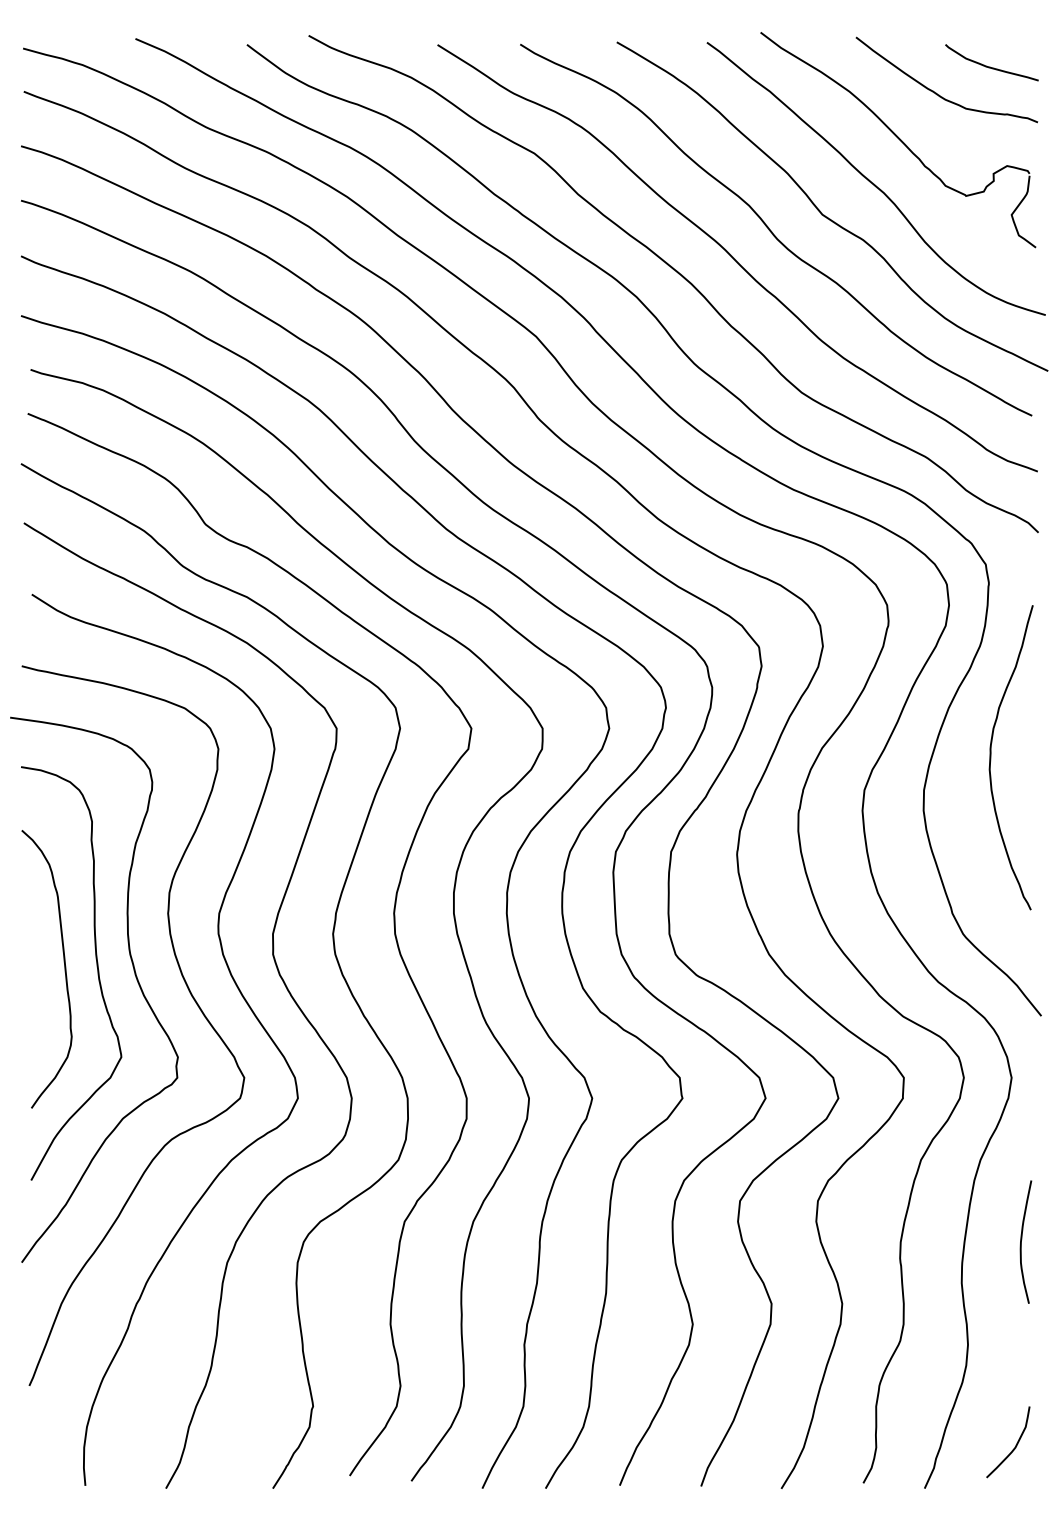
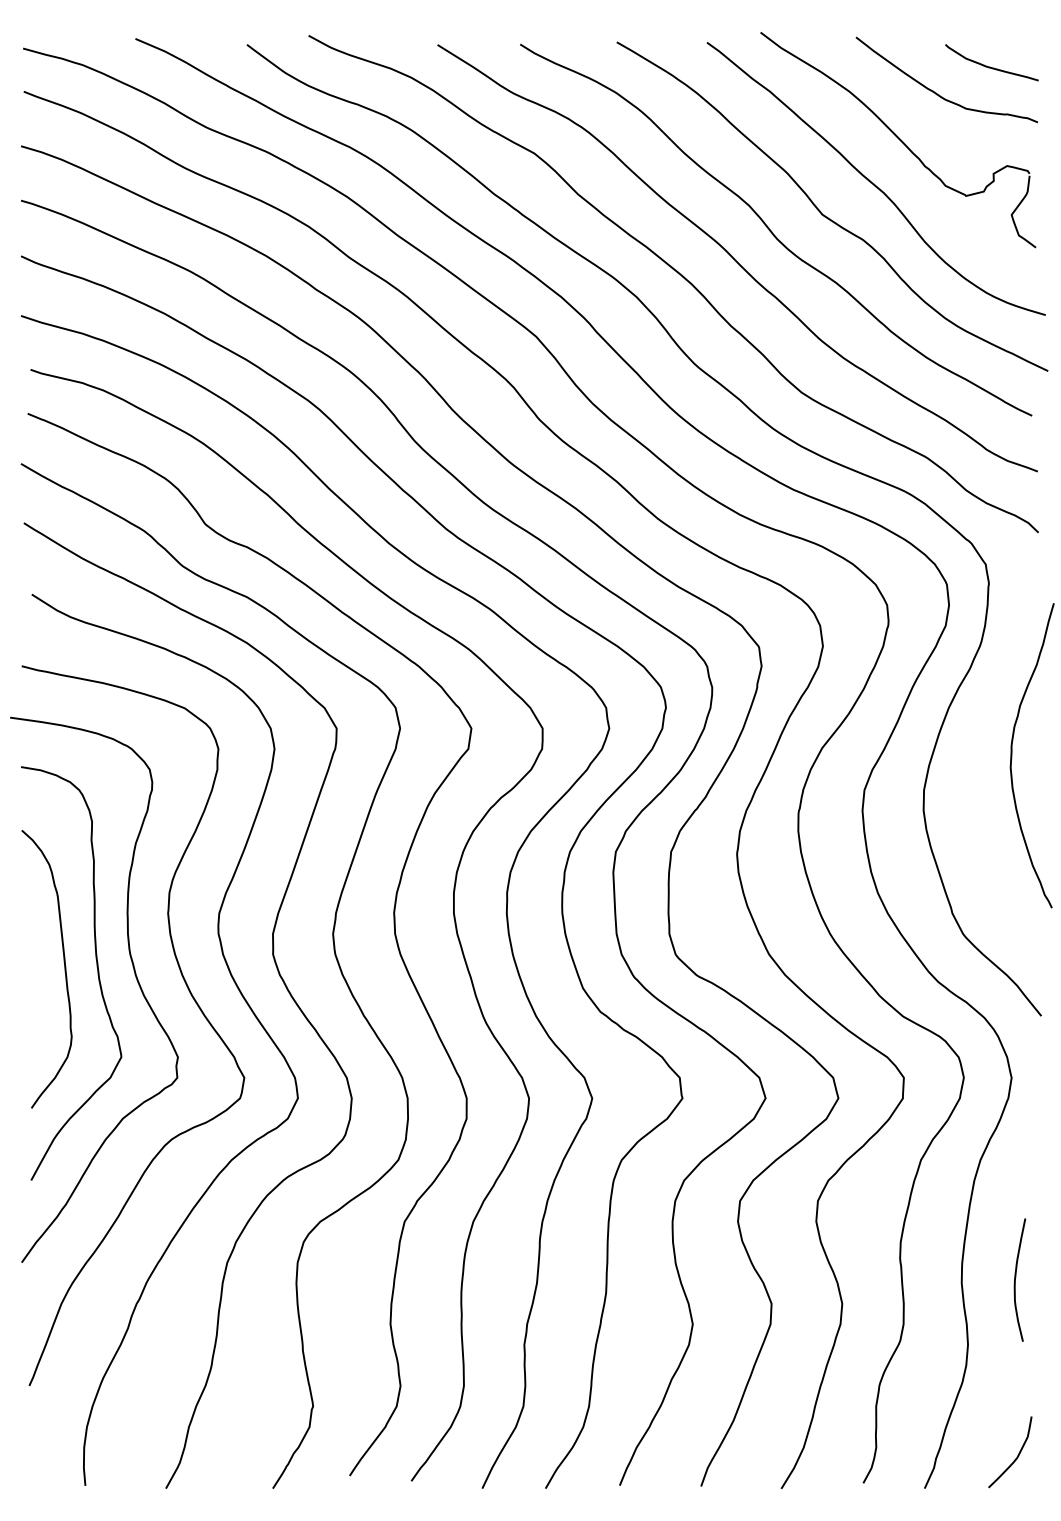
curve at (991, 757) position: (991, 757) -> (1012, 755)
curve at (1022, 1239) position: (1022, 1239) -> (1016, 1277)
curve at (1015, 1445) position: (1015, 1445) -> (1017, 1455)
